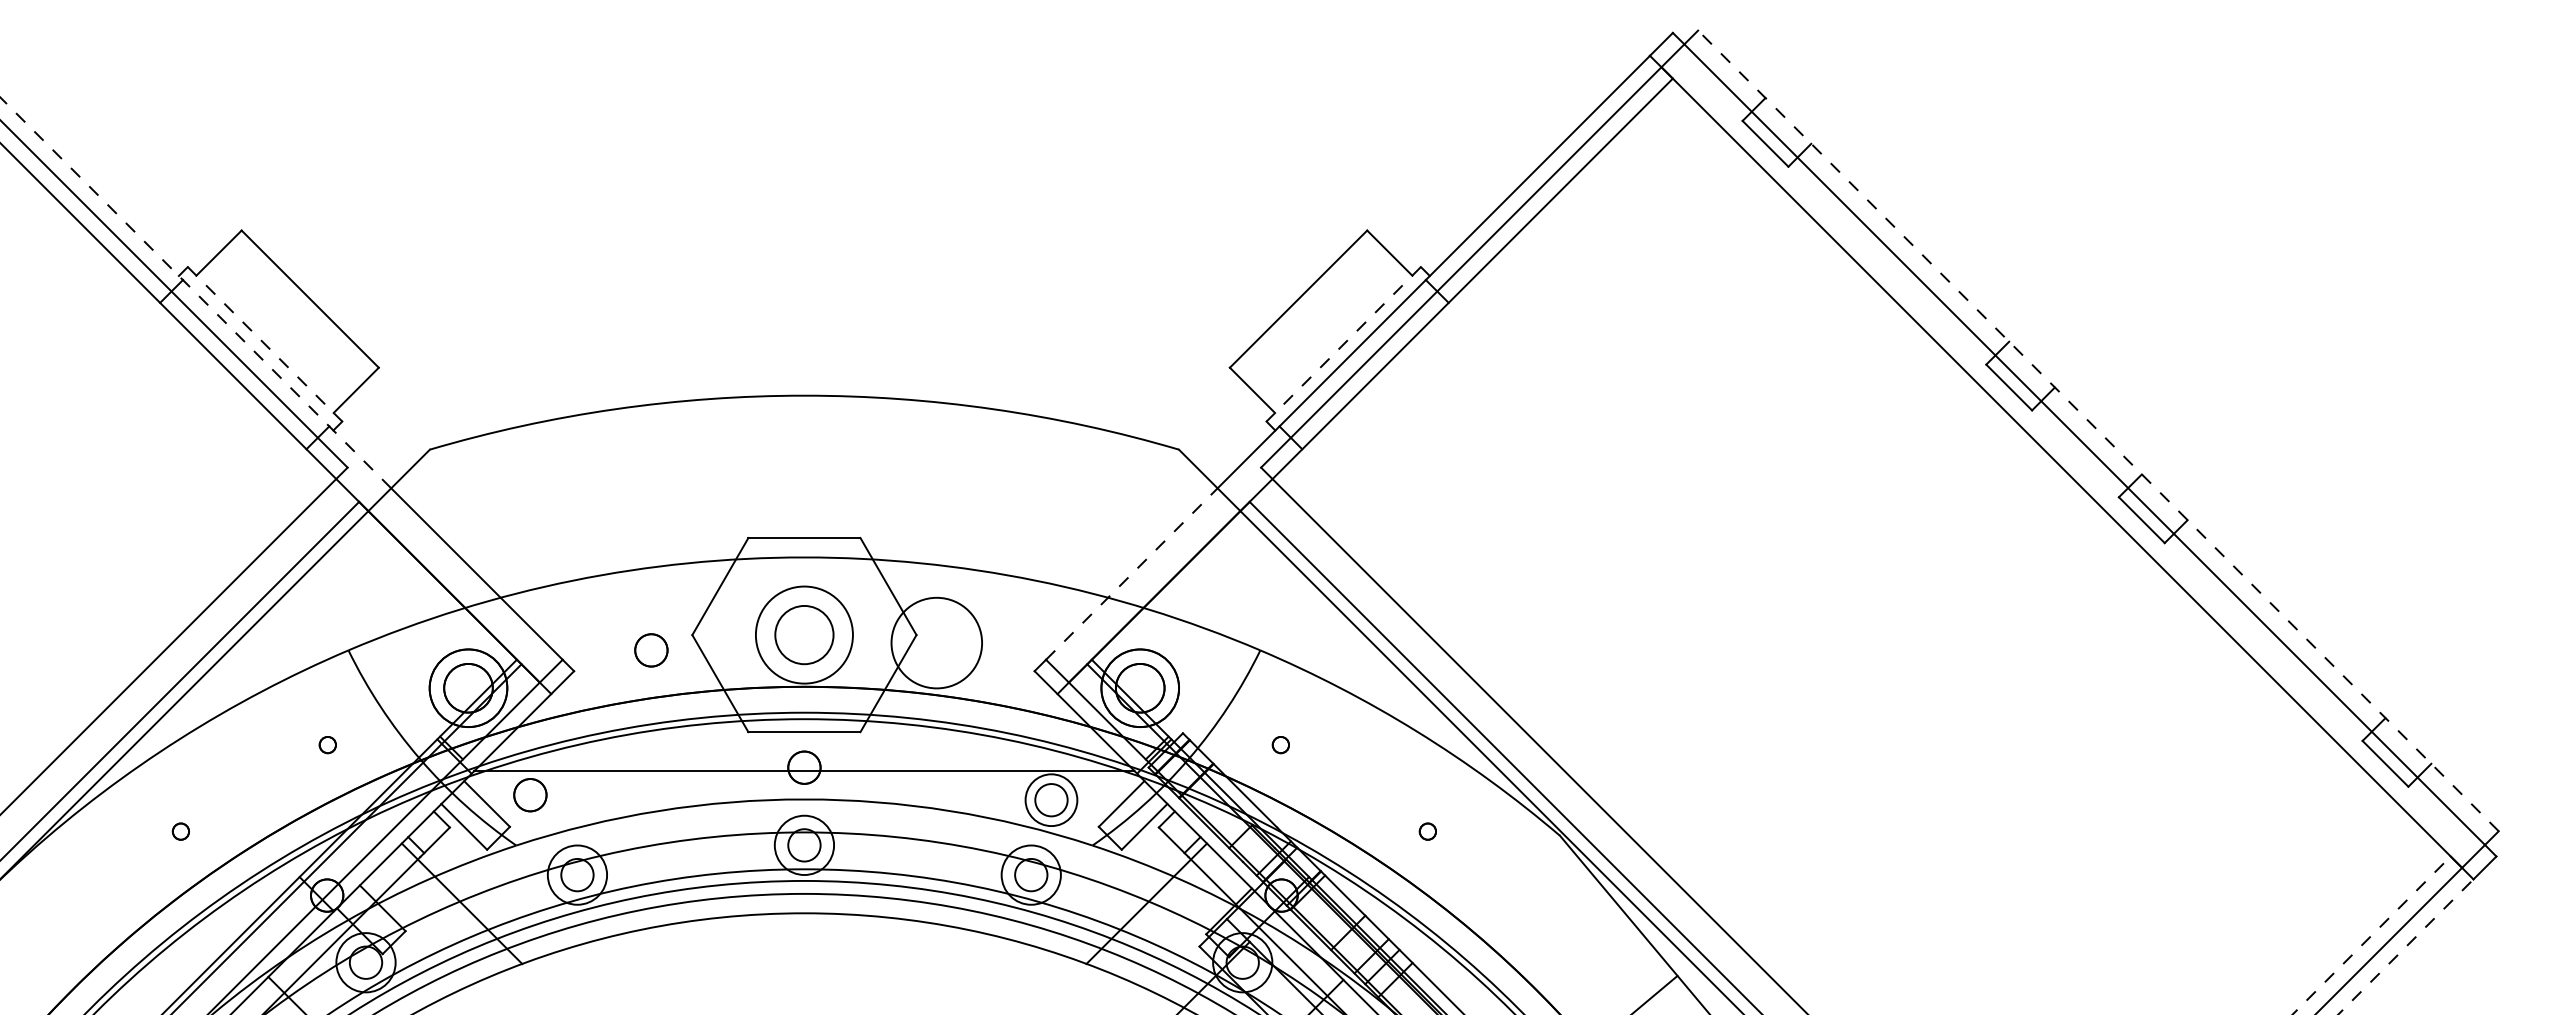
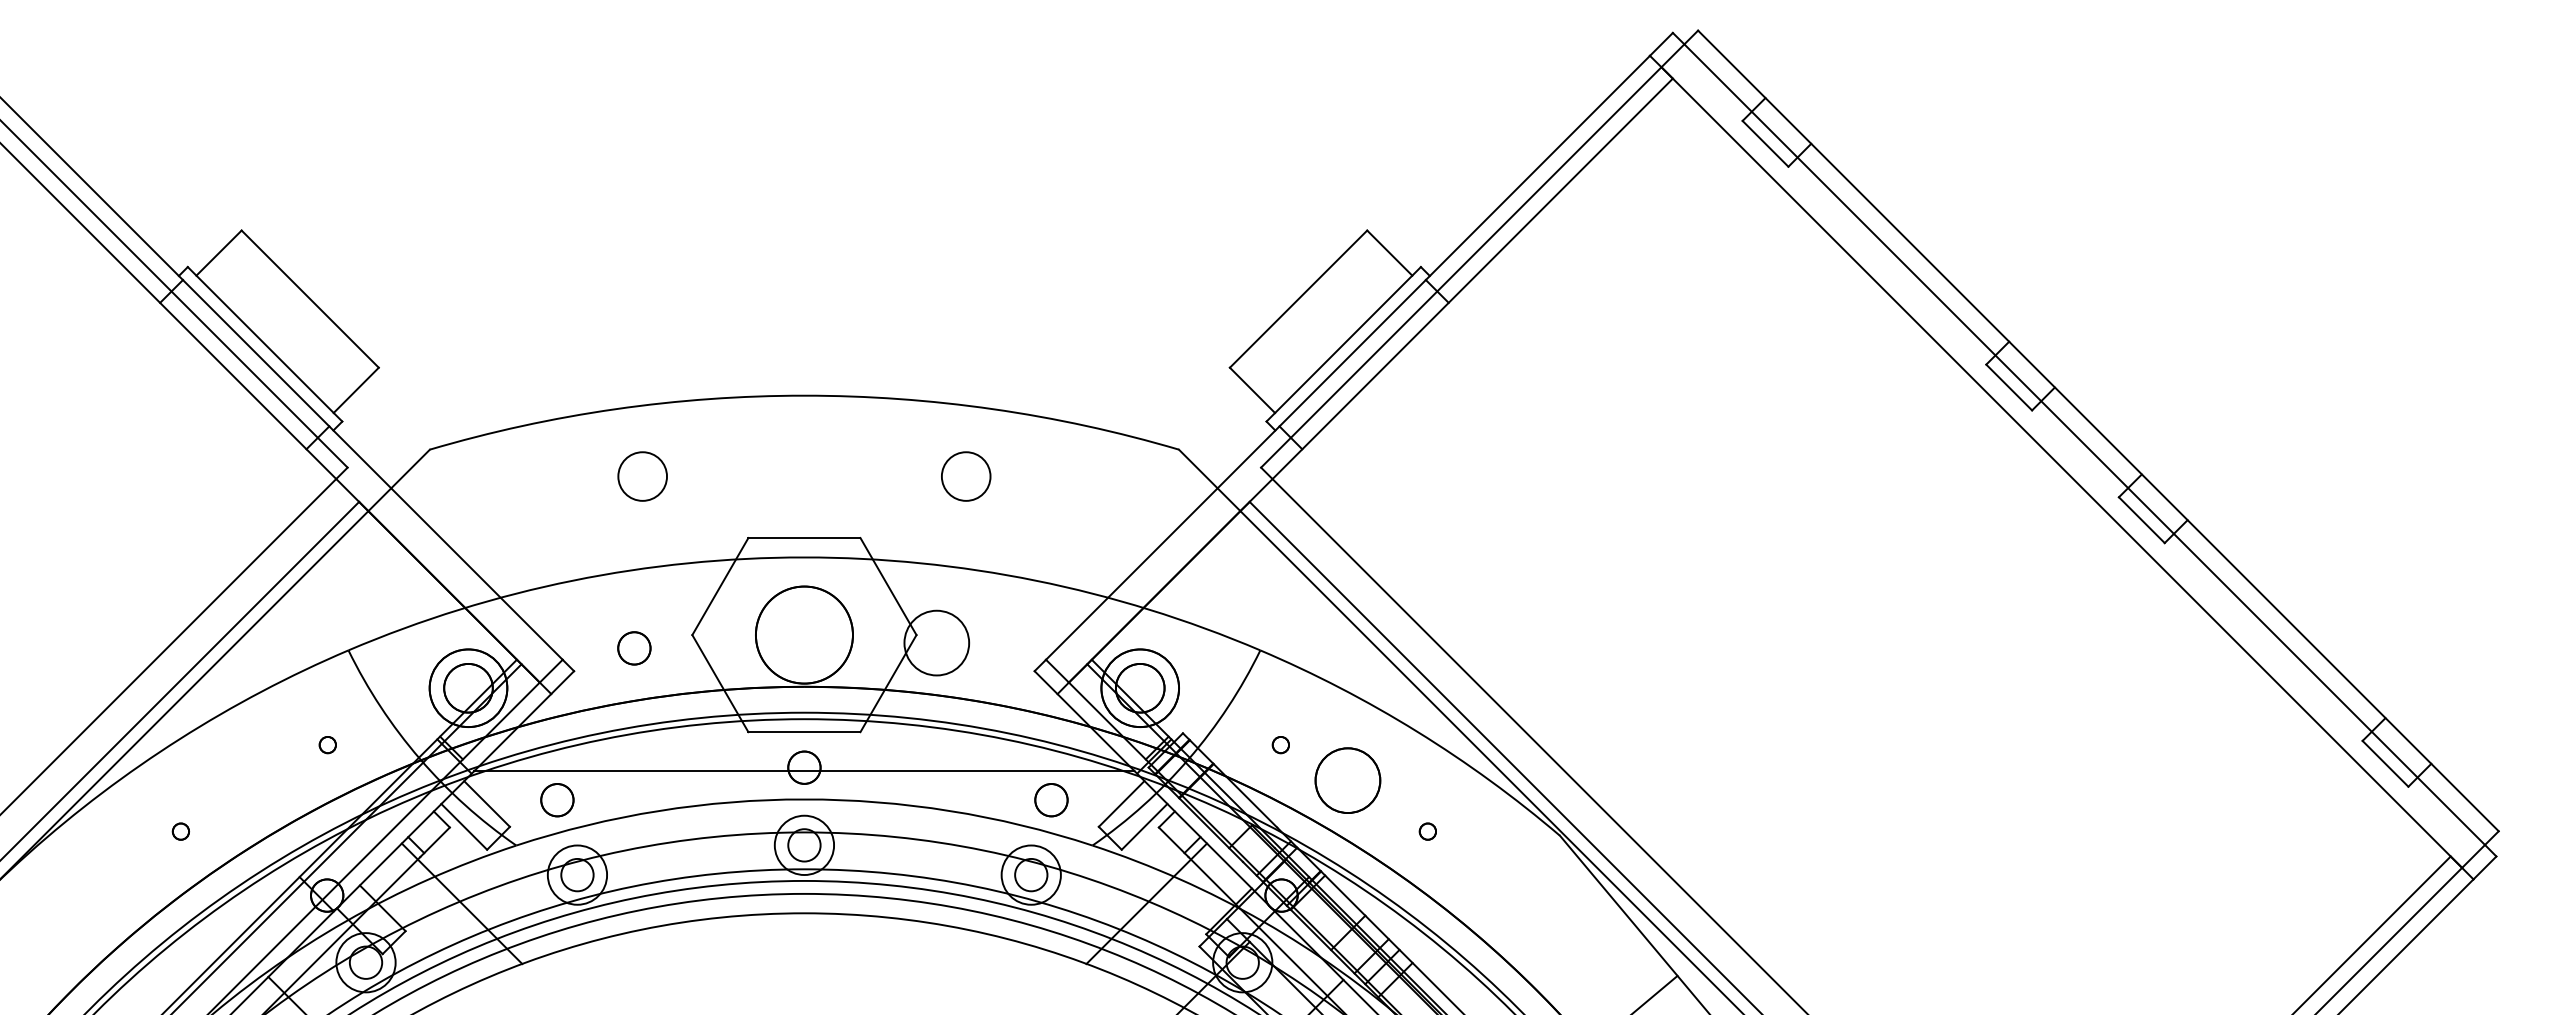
line at (195, 292): dashed -> solid
line at (265, 344): dashed -> solid
line at (1343, 344): dashed -> solid
line at (2098, 430): dashed -> solid
circle at (642, 476): none -> present
circle at (966, 476): none -> present
line at (1132, 573): dashed -> solid
circle at (804, 634) diameter: 58 px -> 97 px
circle at (936, 642) diameter: 91 px -> 65 px
circle at (651, 650) position: (651, 650) -> (634, 648)
part at (1347, 780): none -> present
circle at (530, 795) position: (530, 795) -> (557, 800)
circle at (1051, 800) diameter: 52 px -> 32 px
line at (2371, 935): dashed -> solid
line at (2406, 946): dashed -> solid
